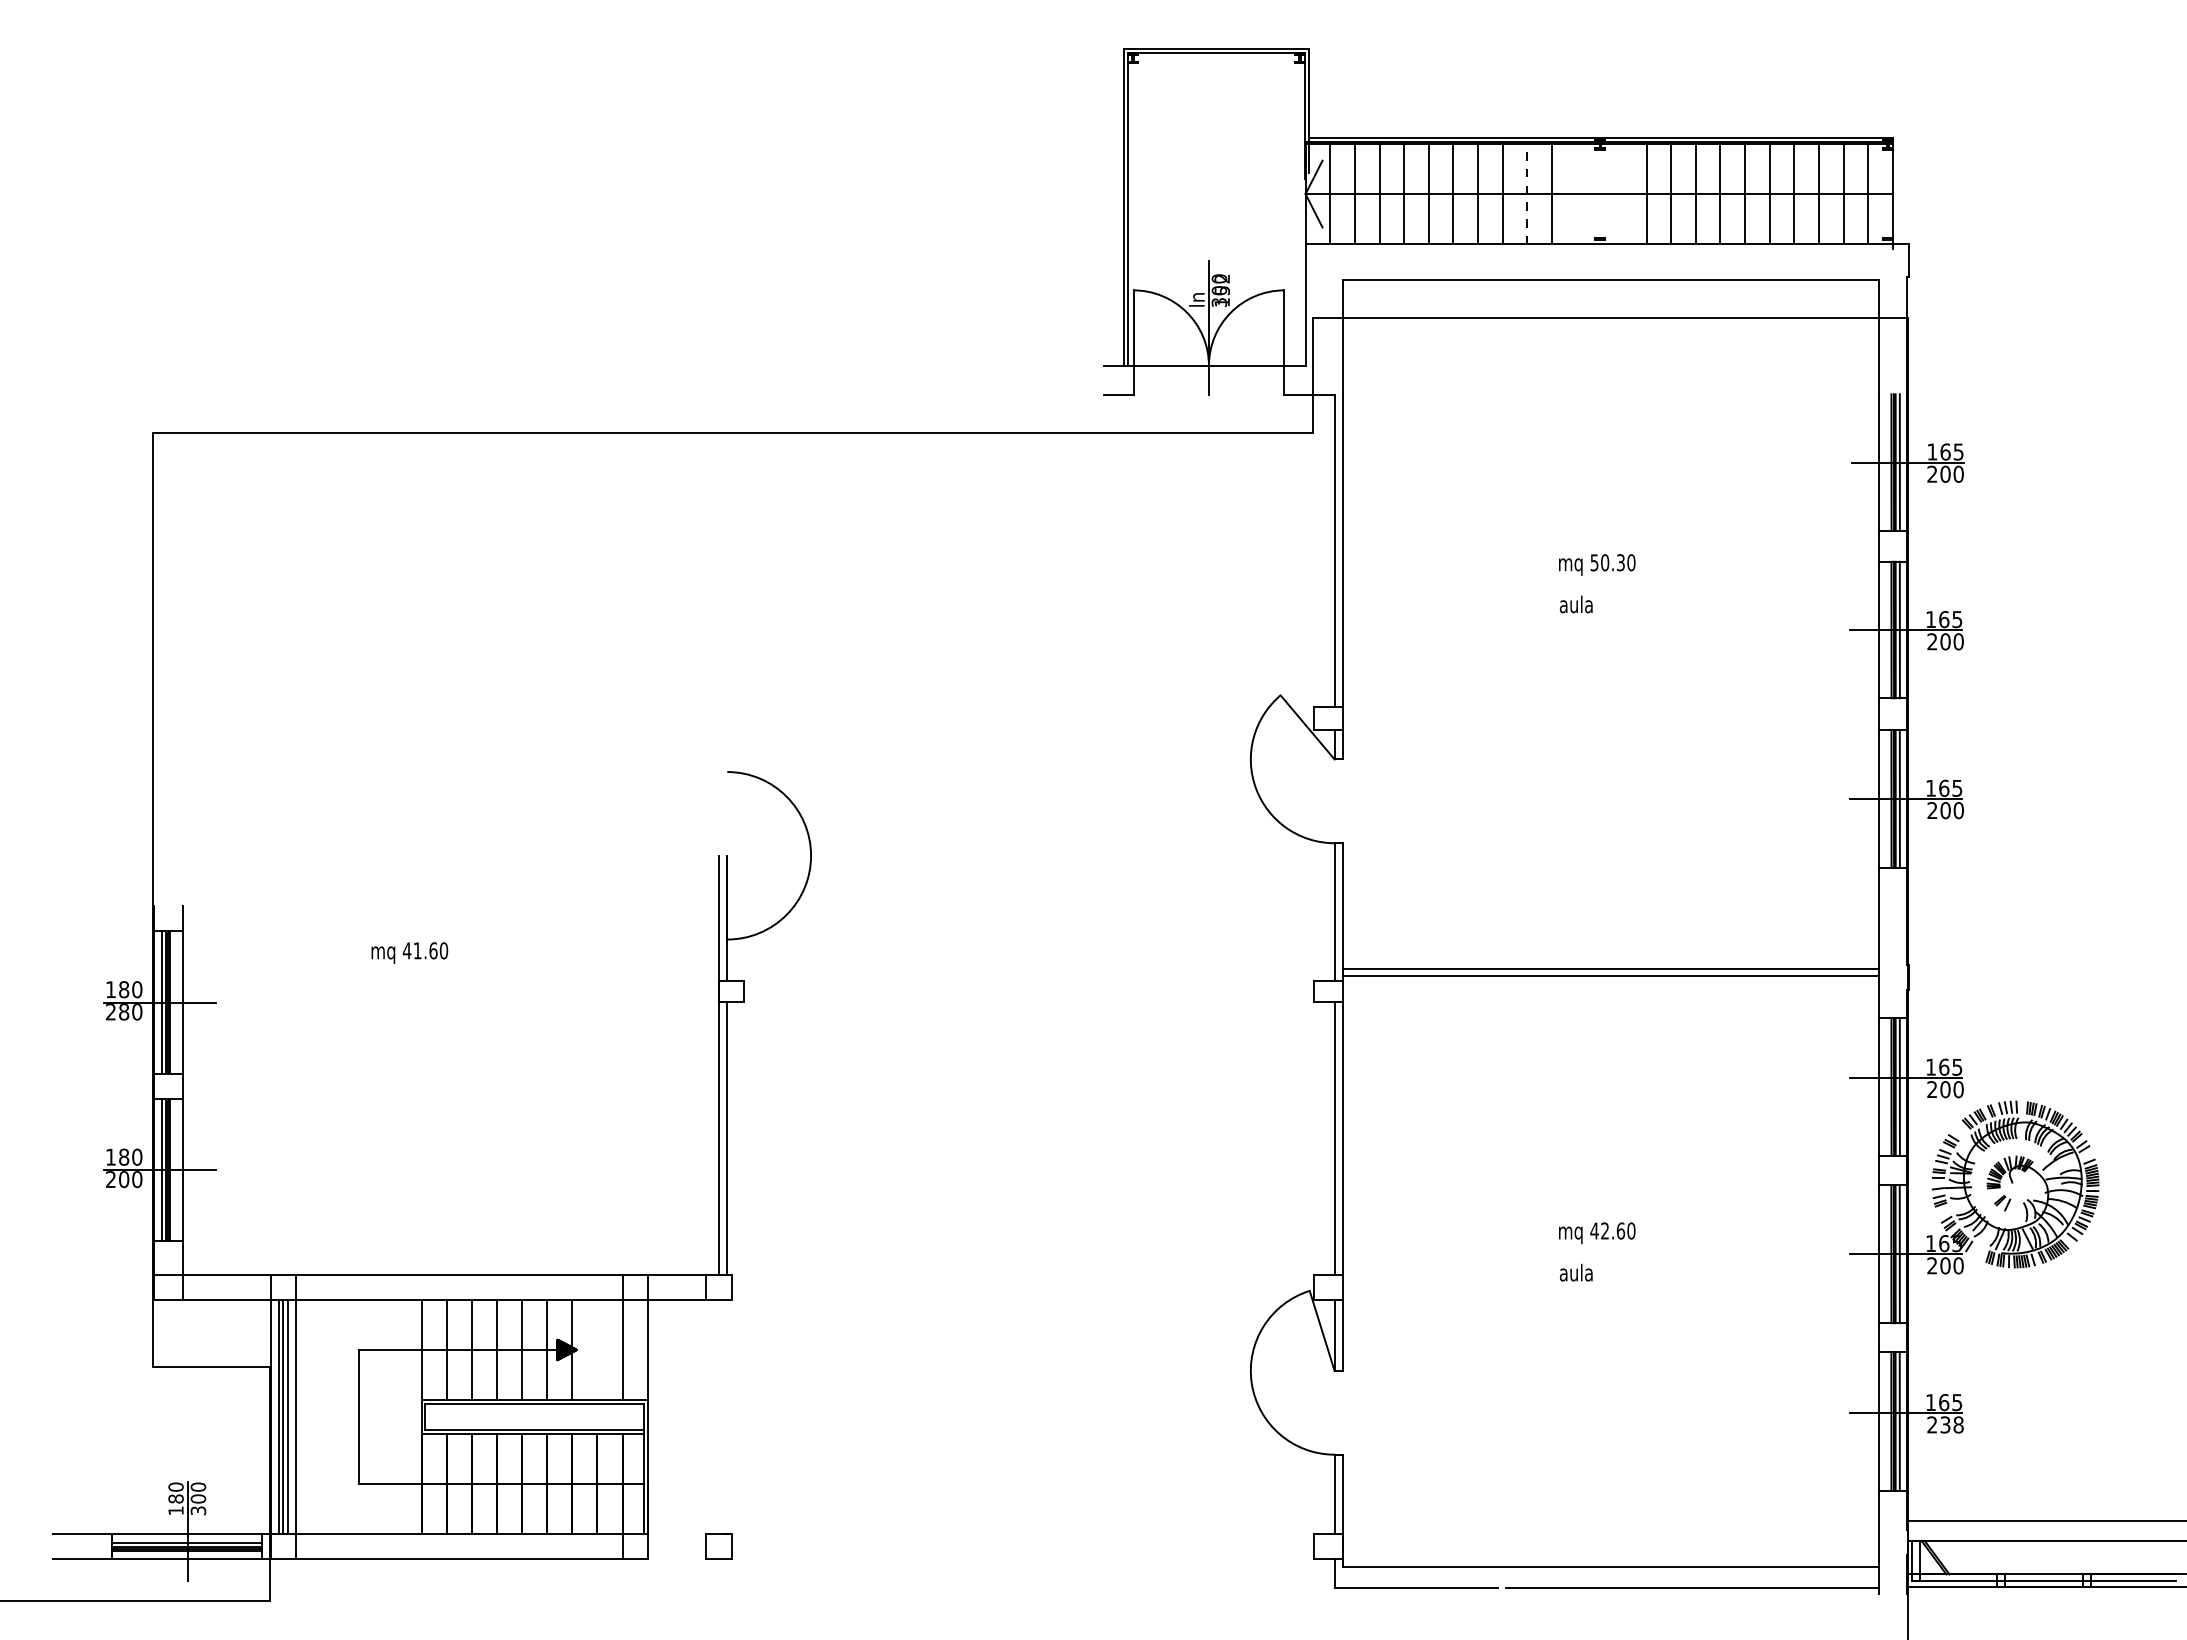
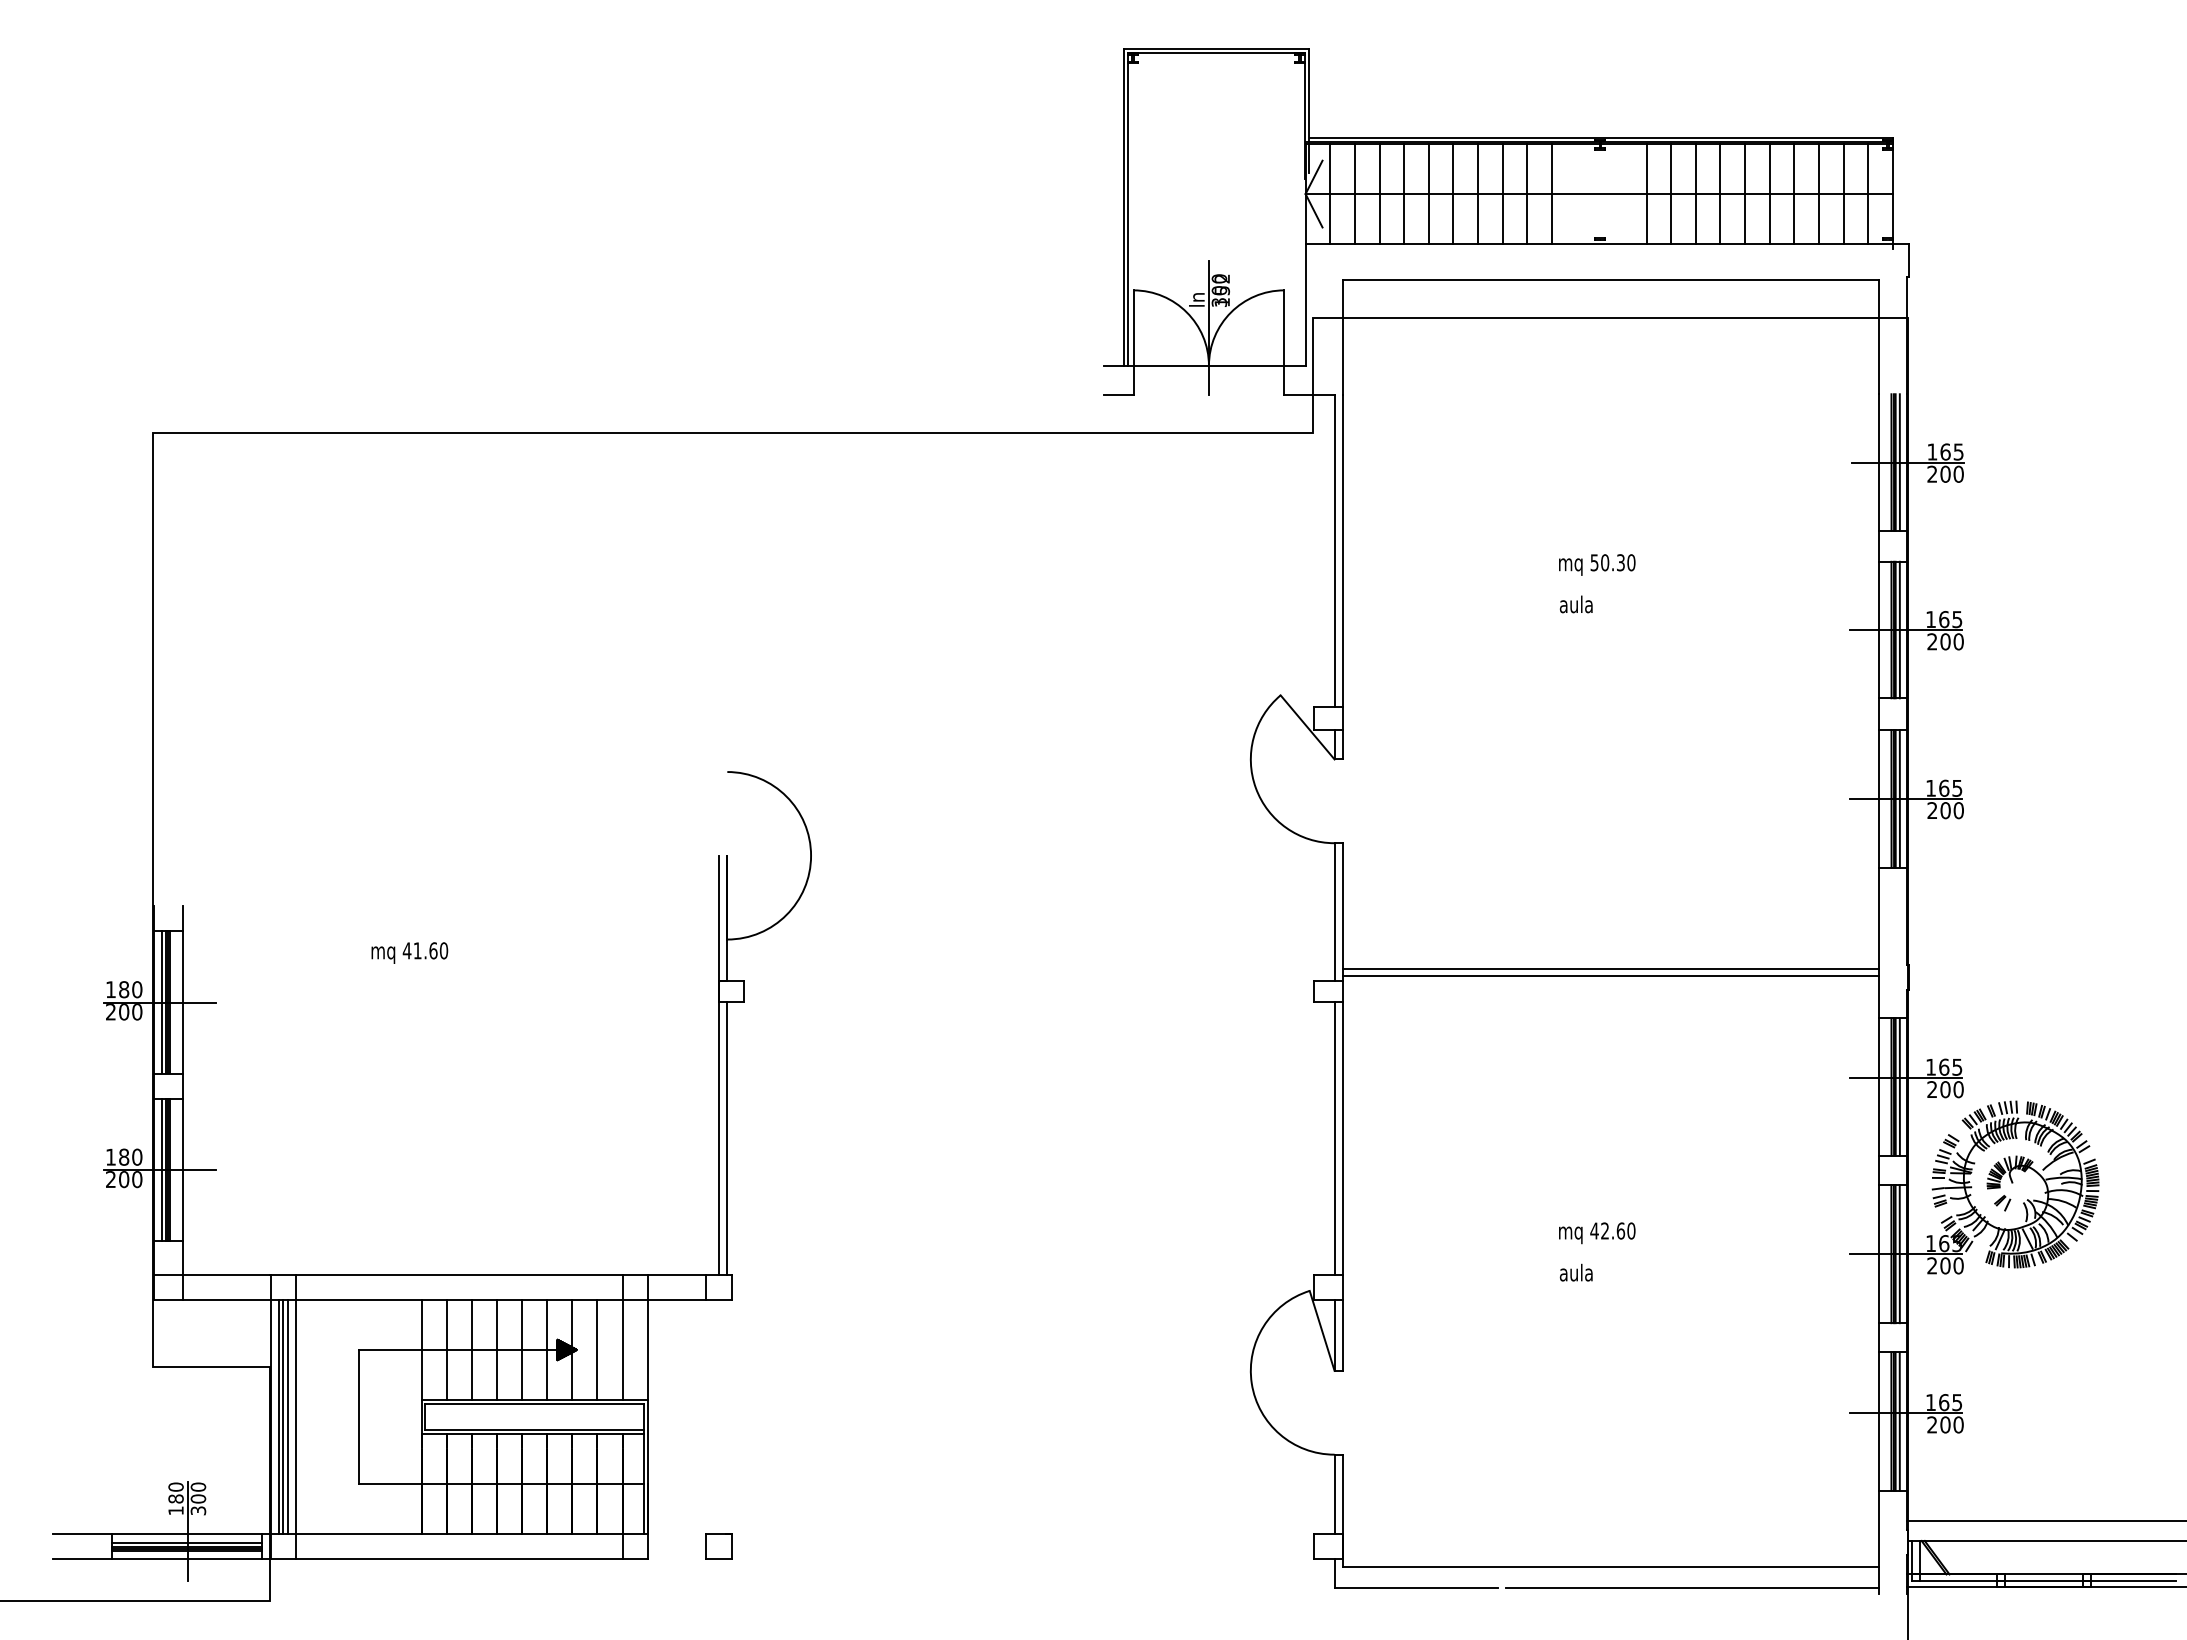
line at (1527, 193): dashed -> solid
text at (124, 1012): 280 -> 200
line at (597, 1349): none -> present
text at (1951, 1424): 238 -> 200
